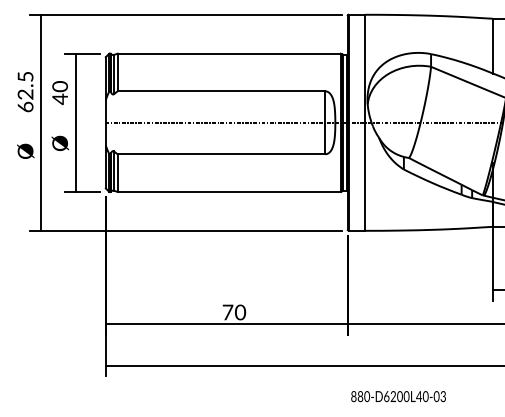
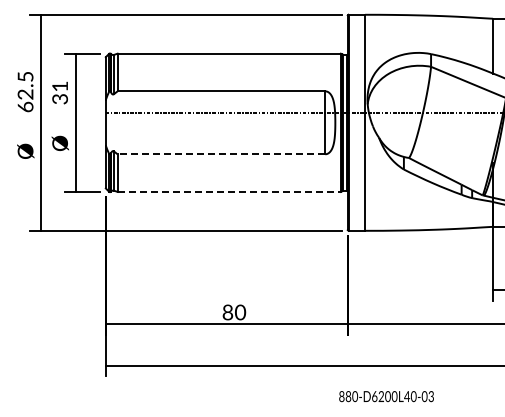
text at (59, 93): 40 -> 31
line at (303, 122) position: (303, 122) -> (303, 112)
line at (221, 154): solid -> dashed
line at (229, 191): solid -> dashed
text at (227, 312): 70 -> 80
text at (398, 396) position: (398, 396) -> (386, 396)
